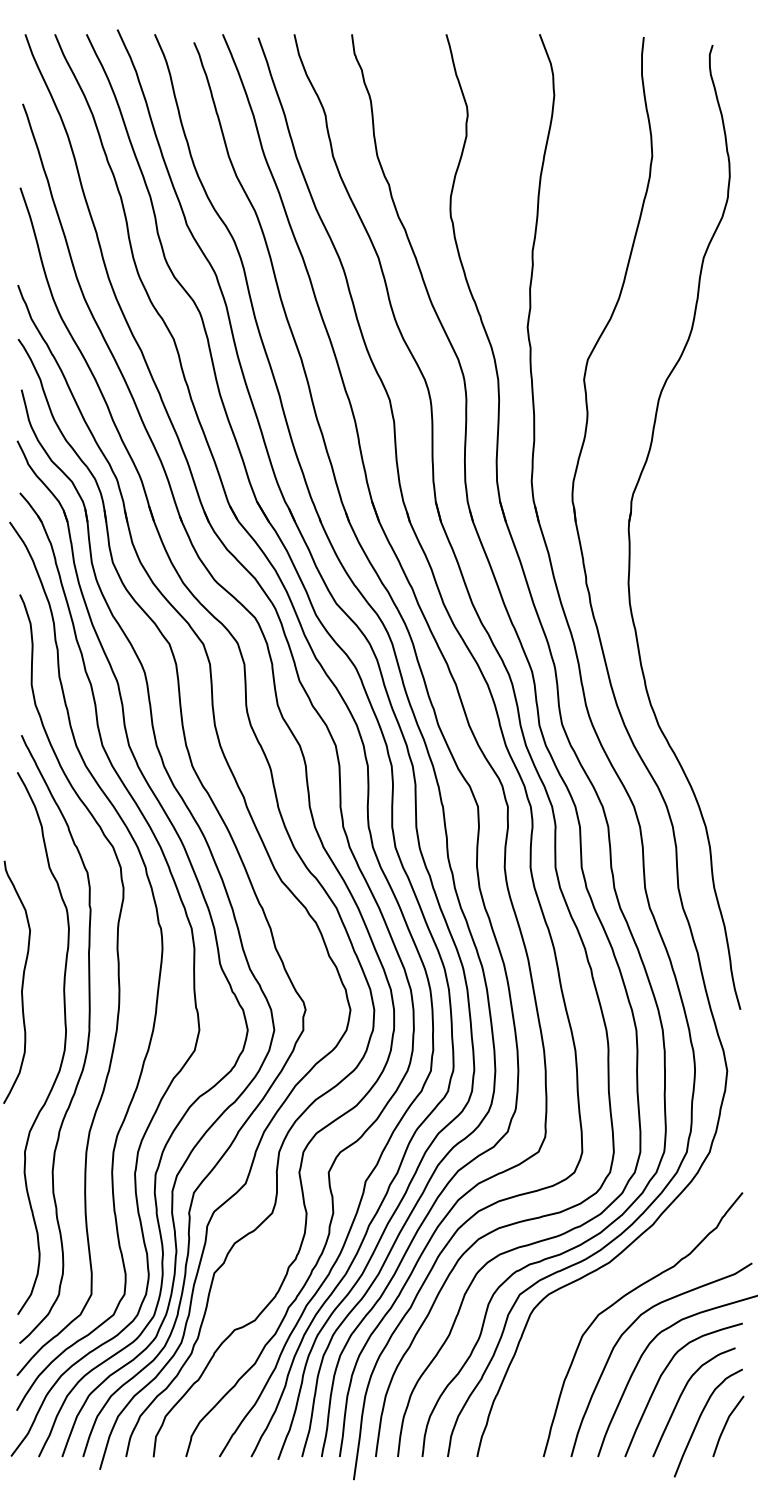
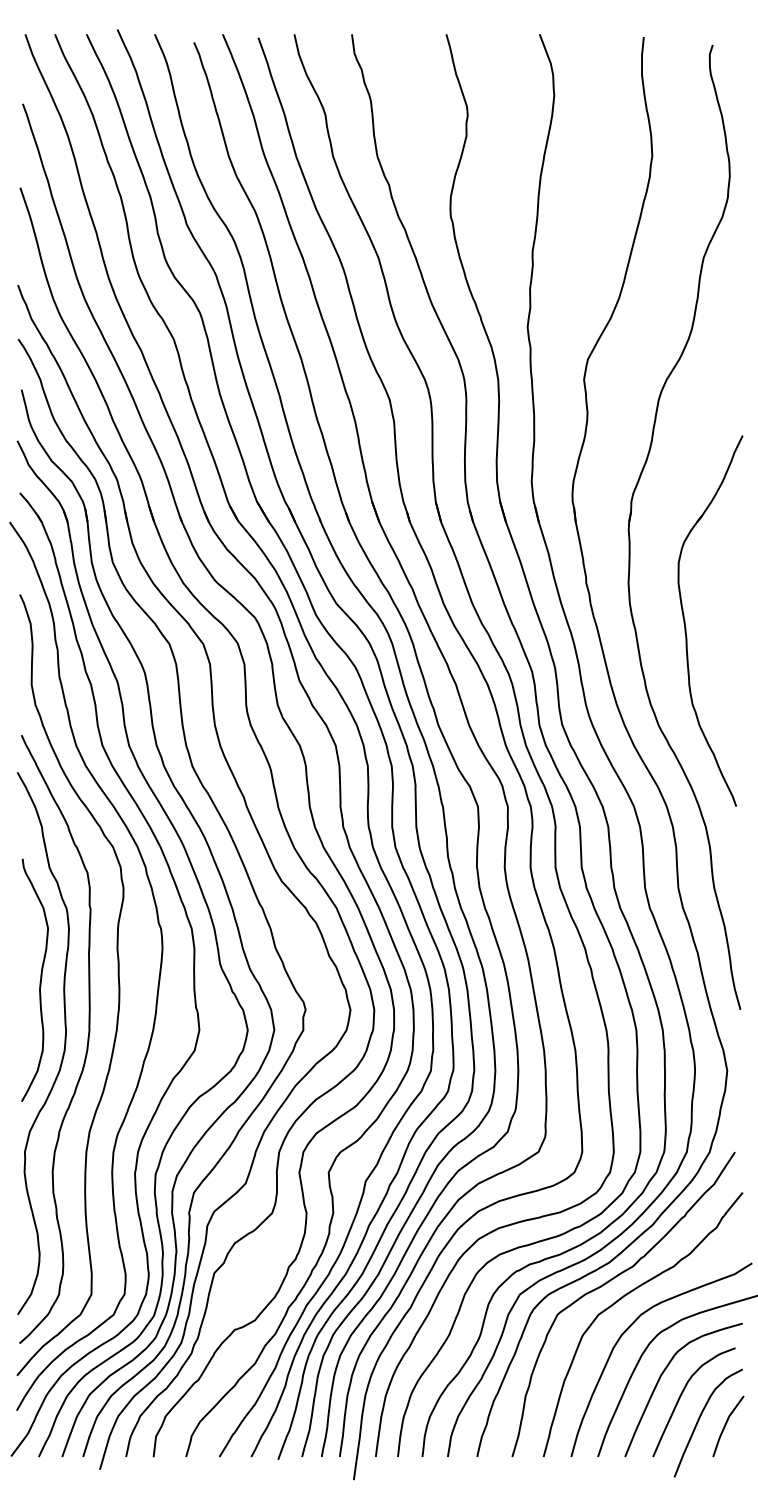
part at (685, 620): none -> present
curve at (21, 983) position: (21, 983) -> (39, 981)
curve at (609, 1282): none -> present
